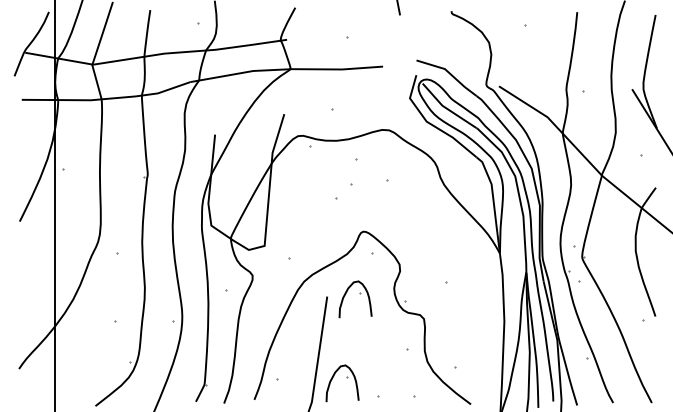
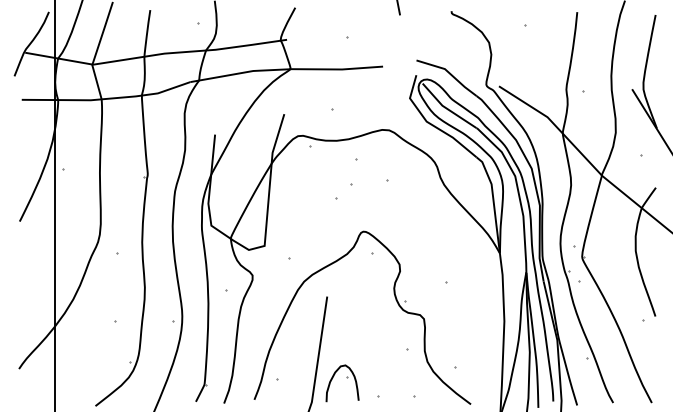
part at (360, 294): present -> none
